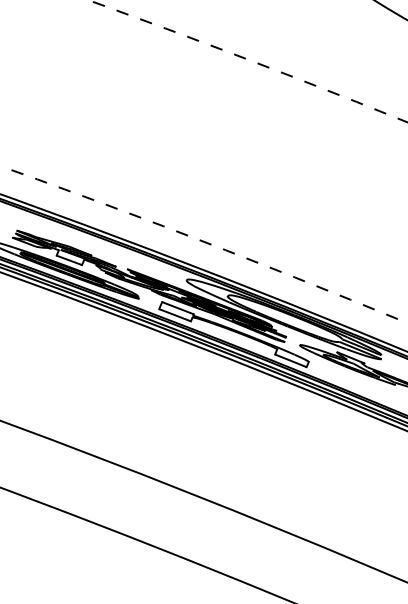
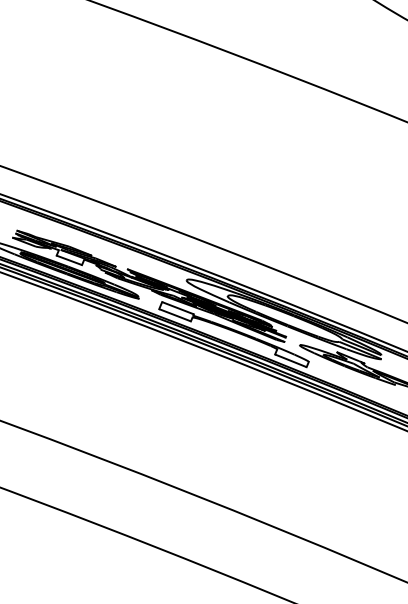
arc at (247, 59): dashed -> solid
arc at (204, 242): dashed -> solid
